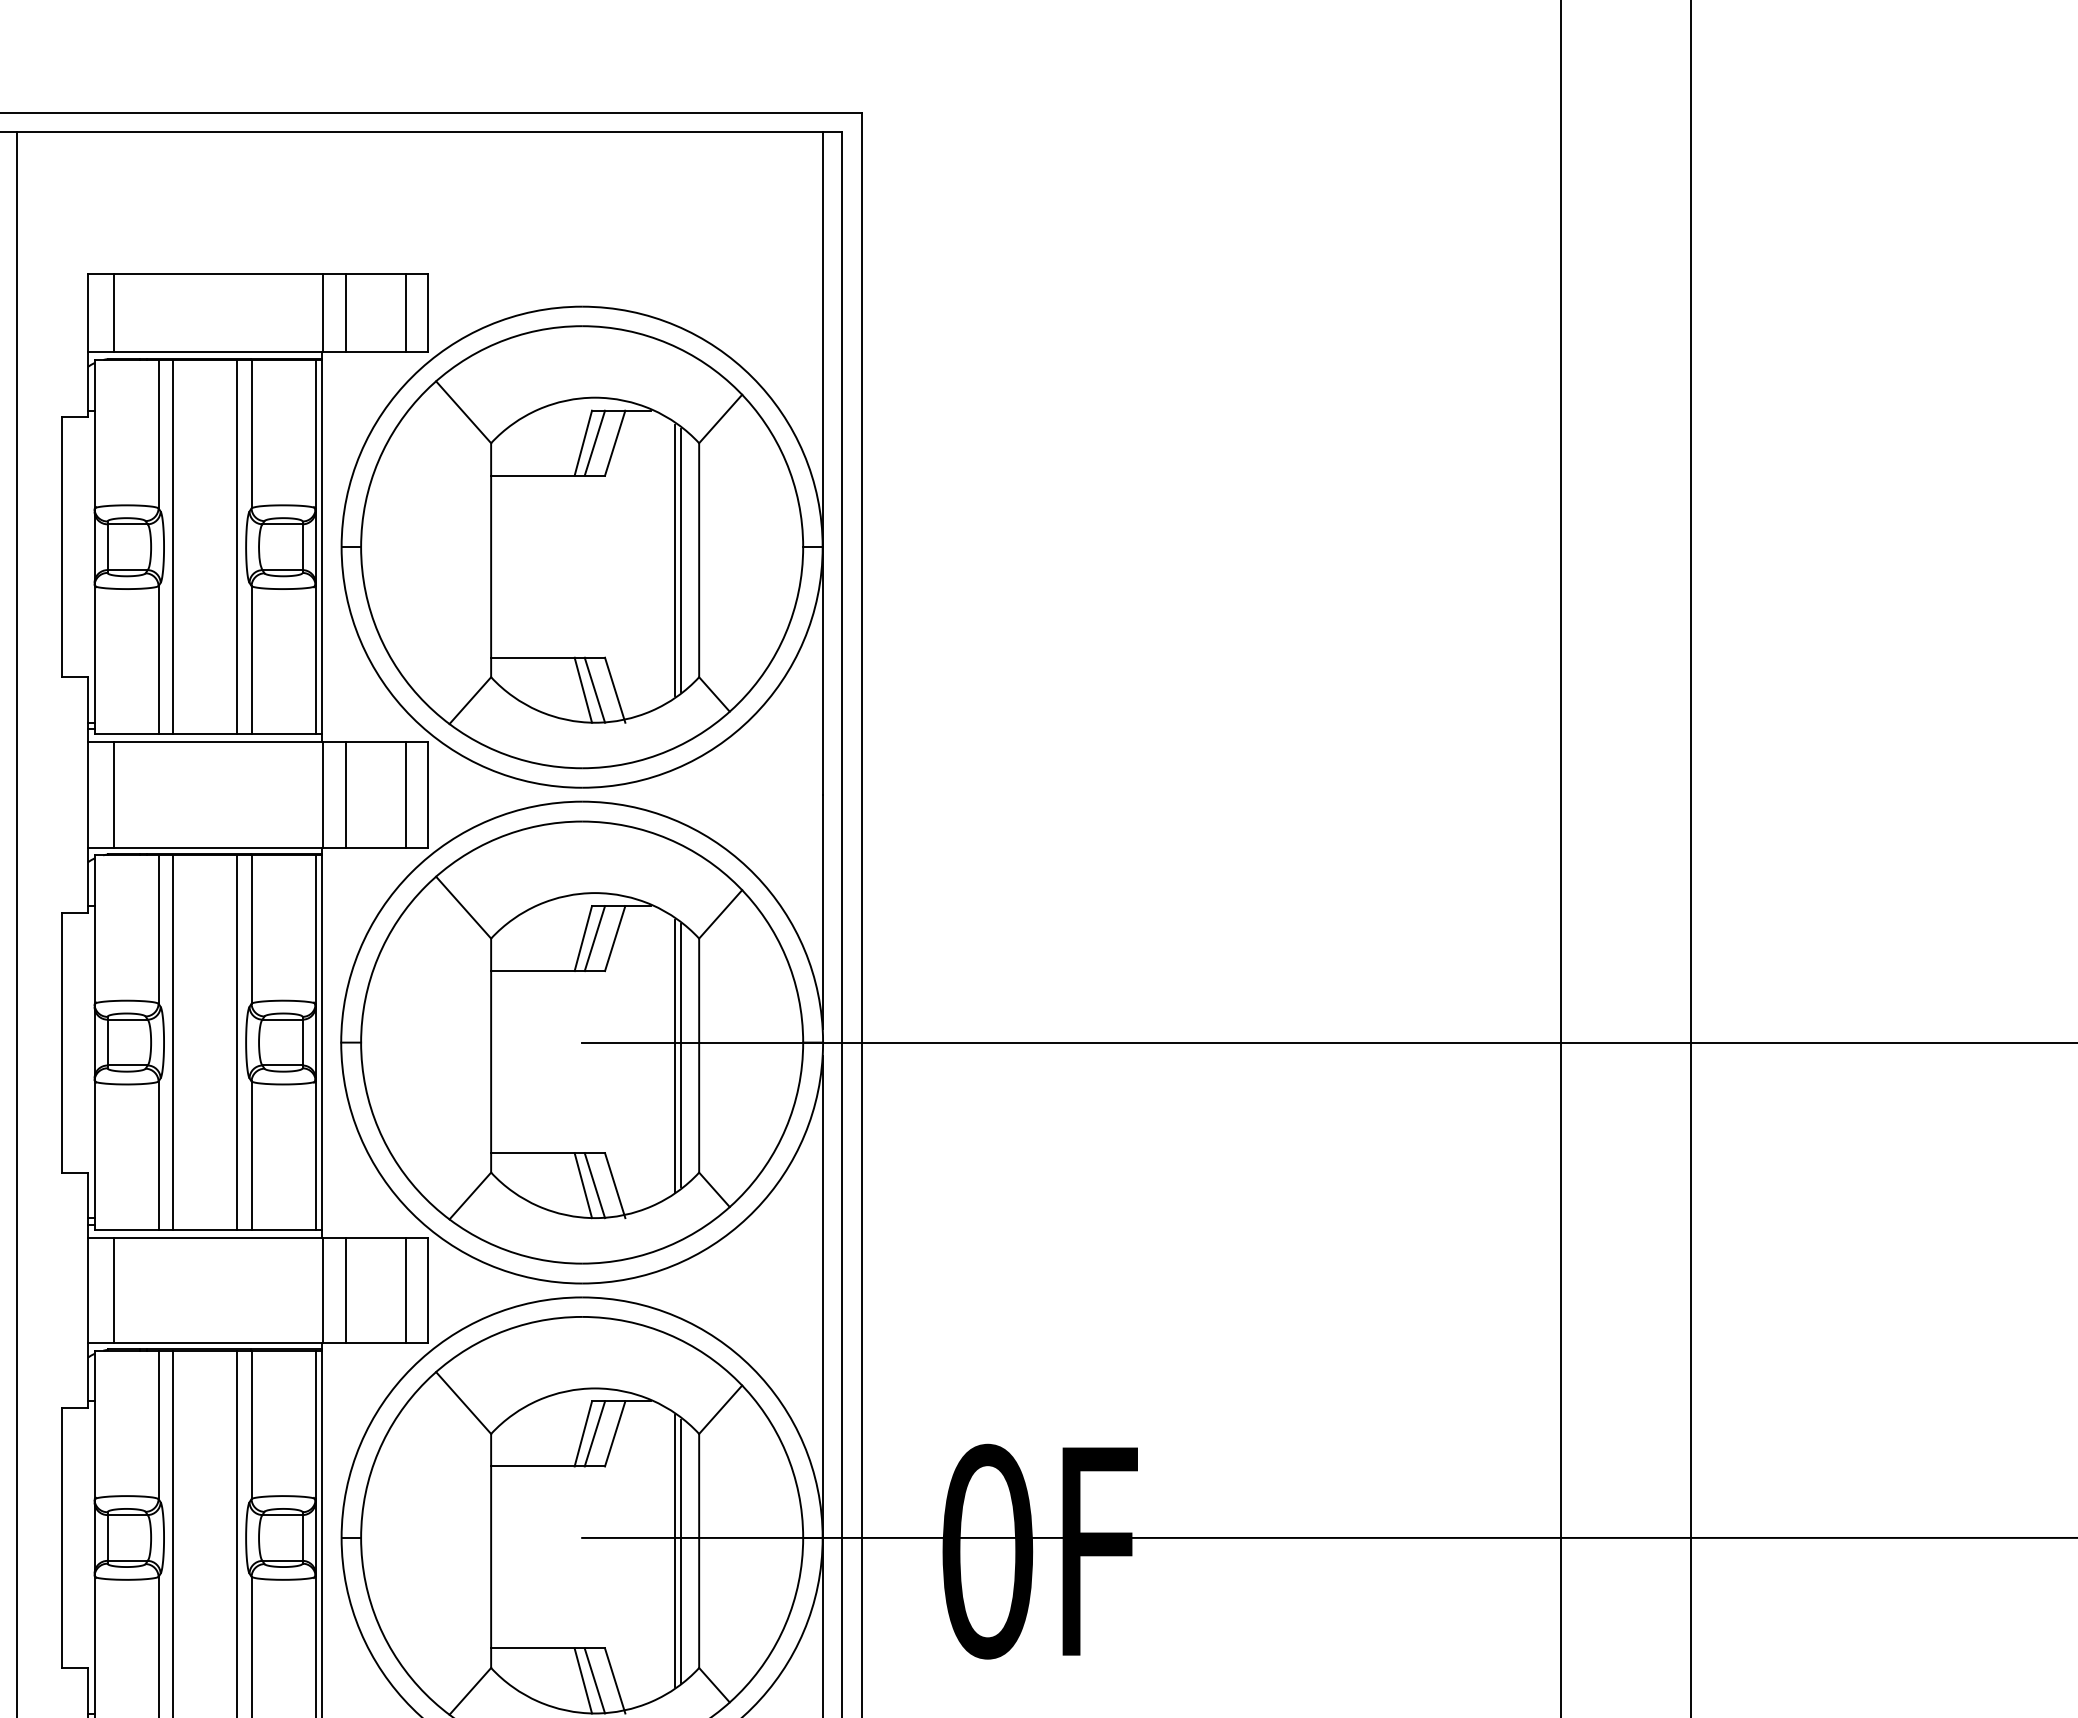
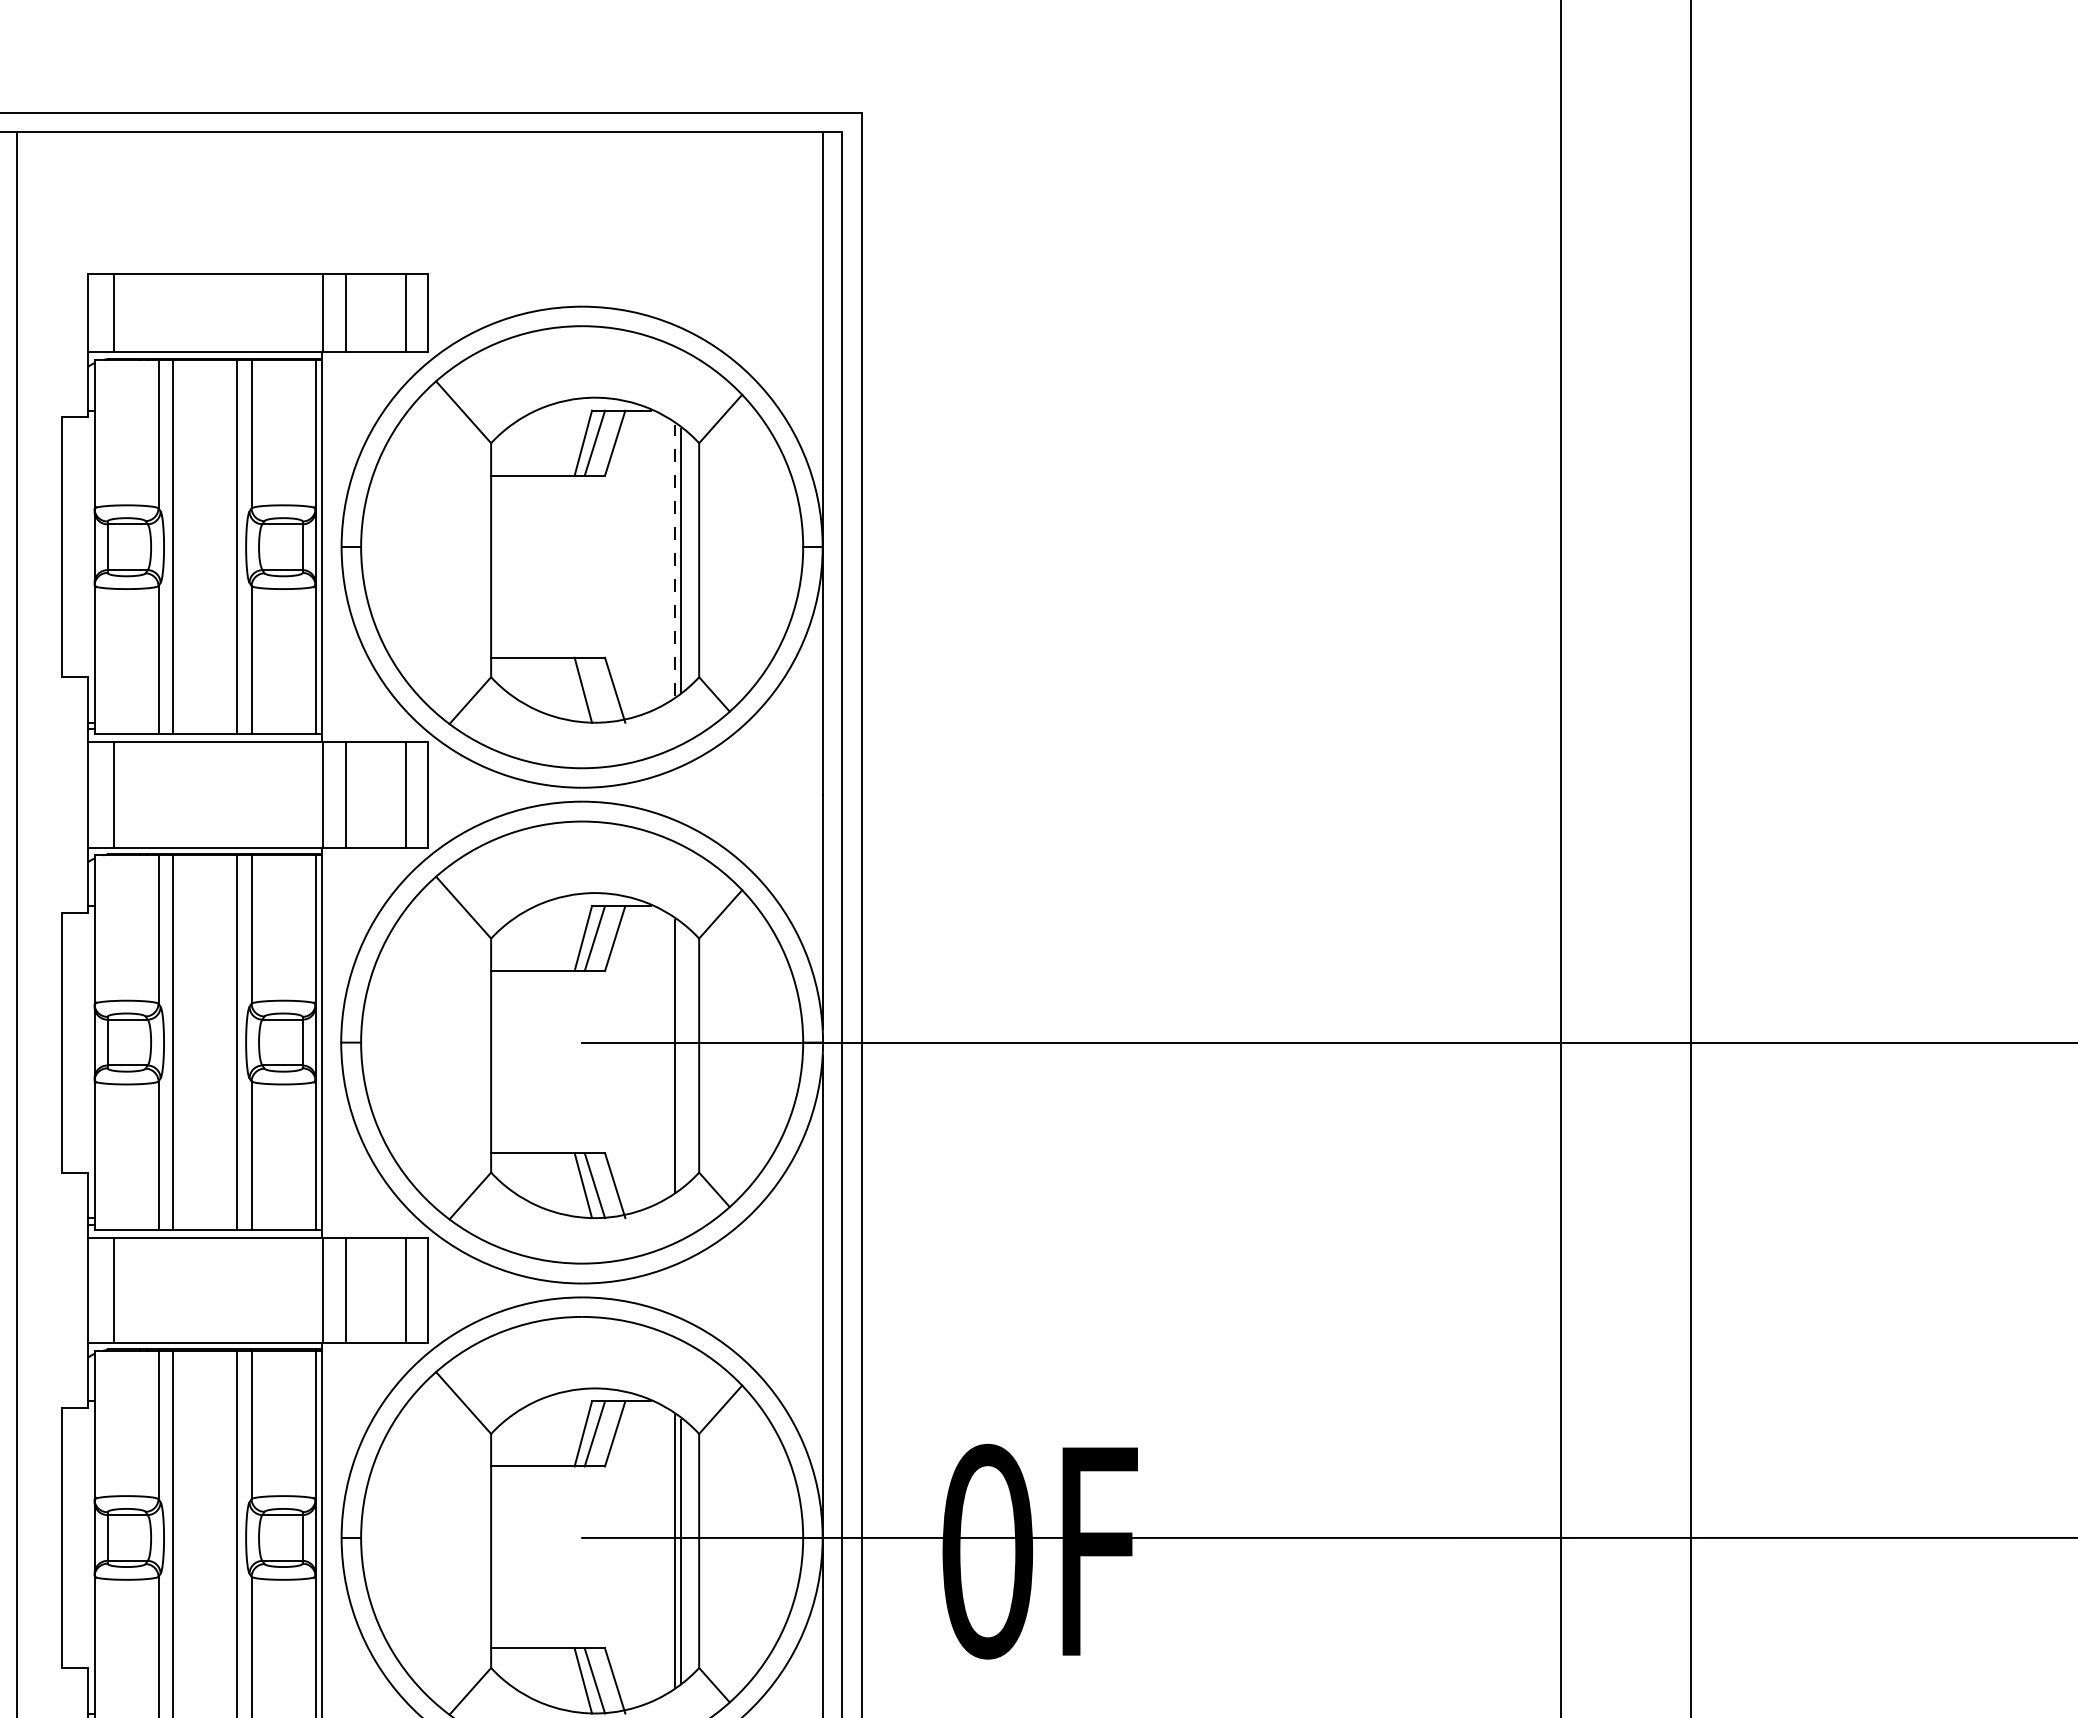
line at (675, 560): solid -> dashed
line at (594, 689): present -> none
line at (680, 1055): present -> none
